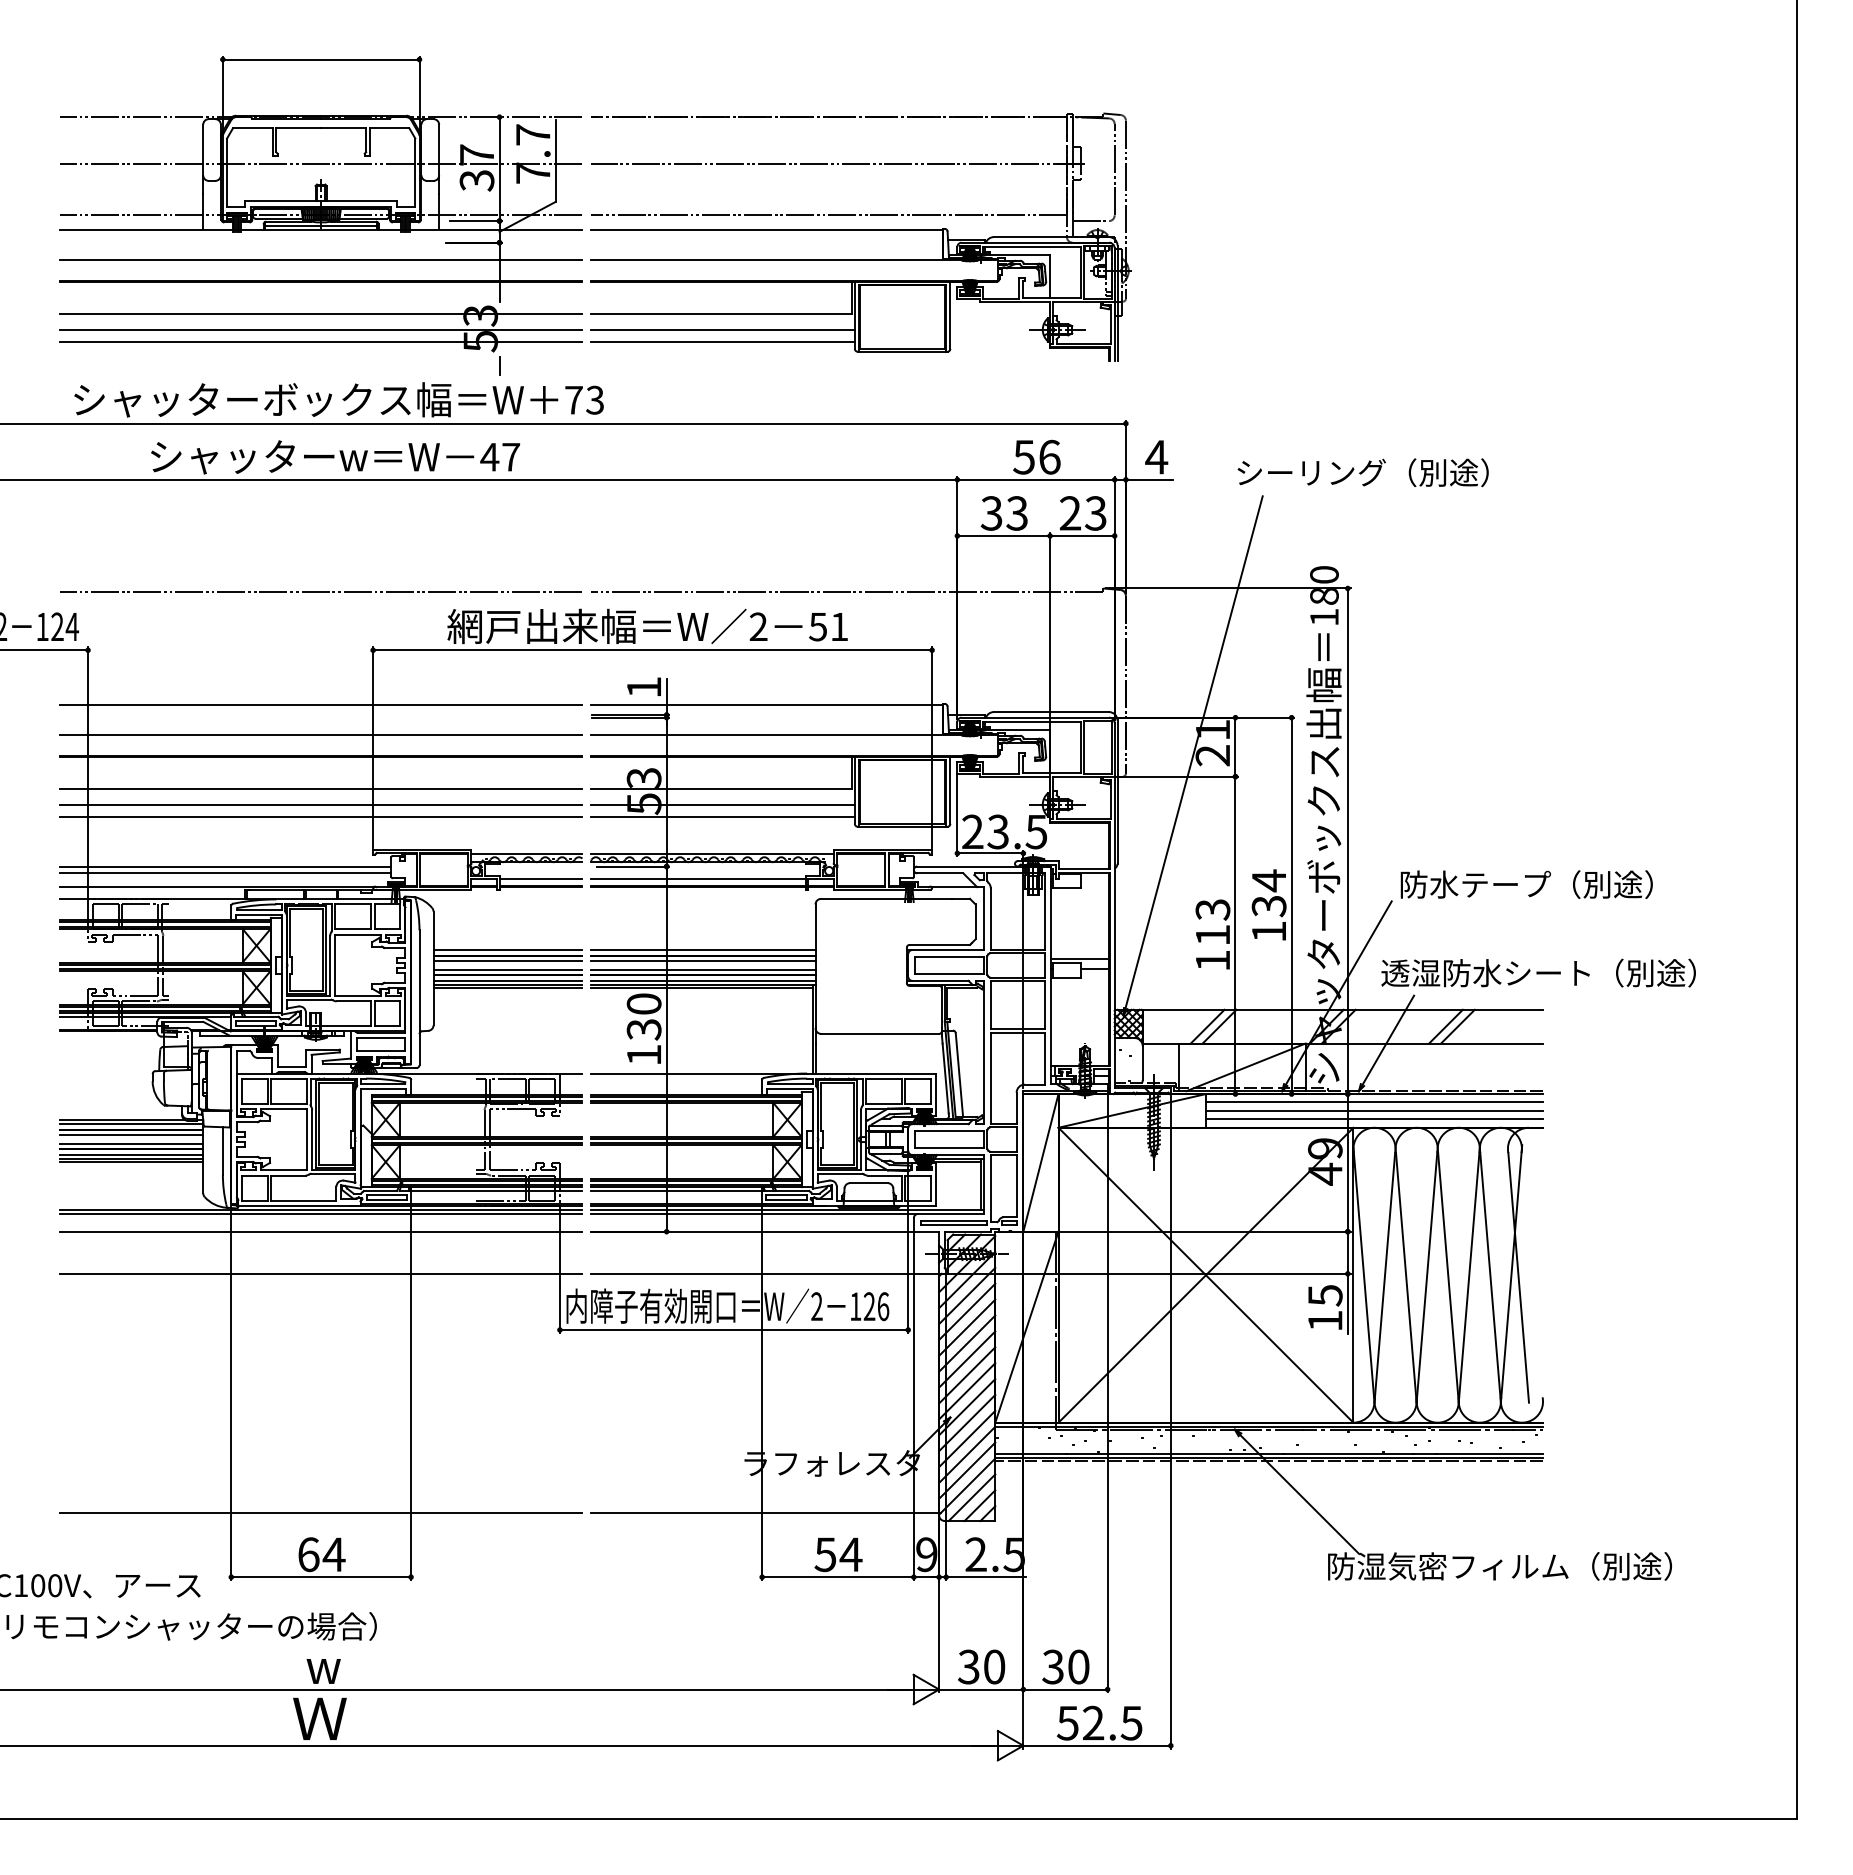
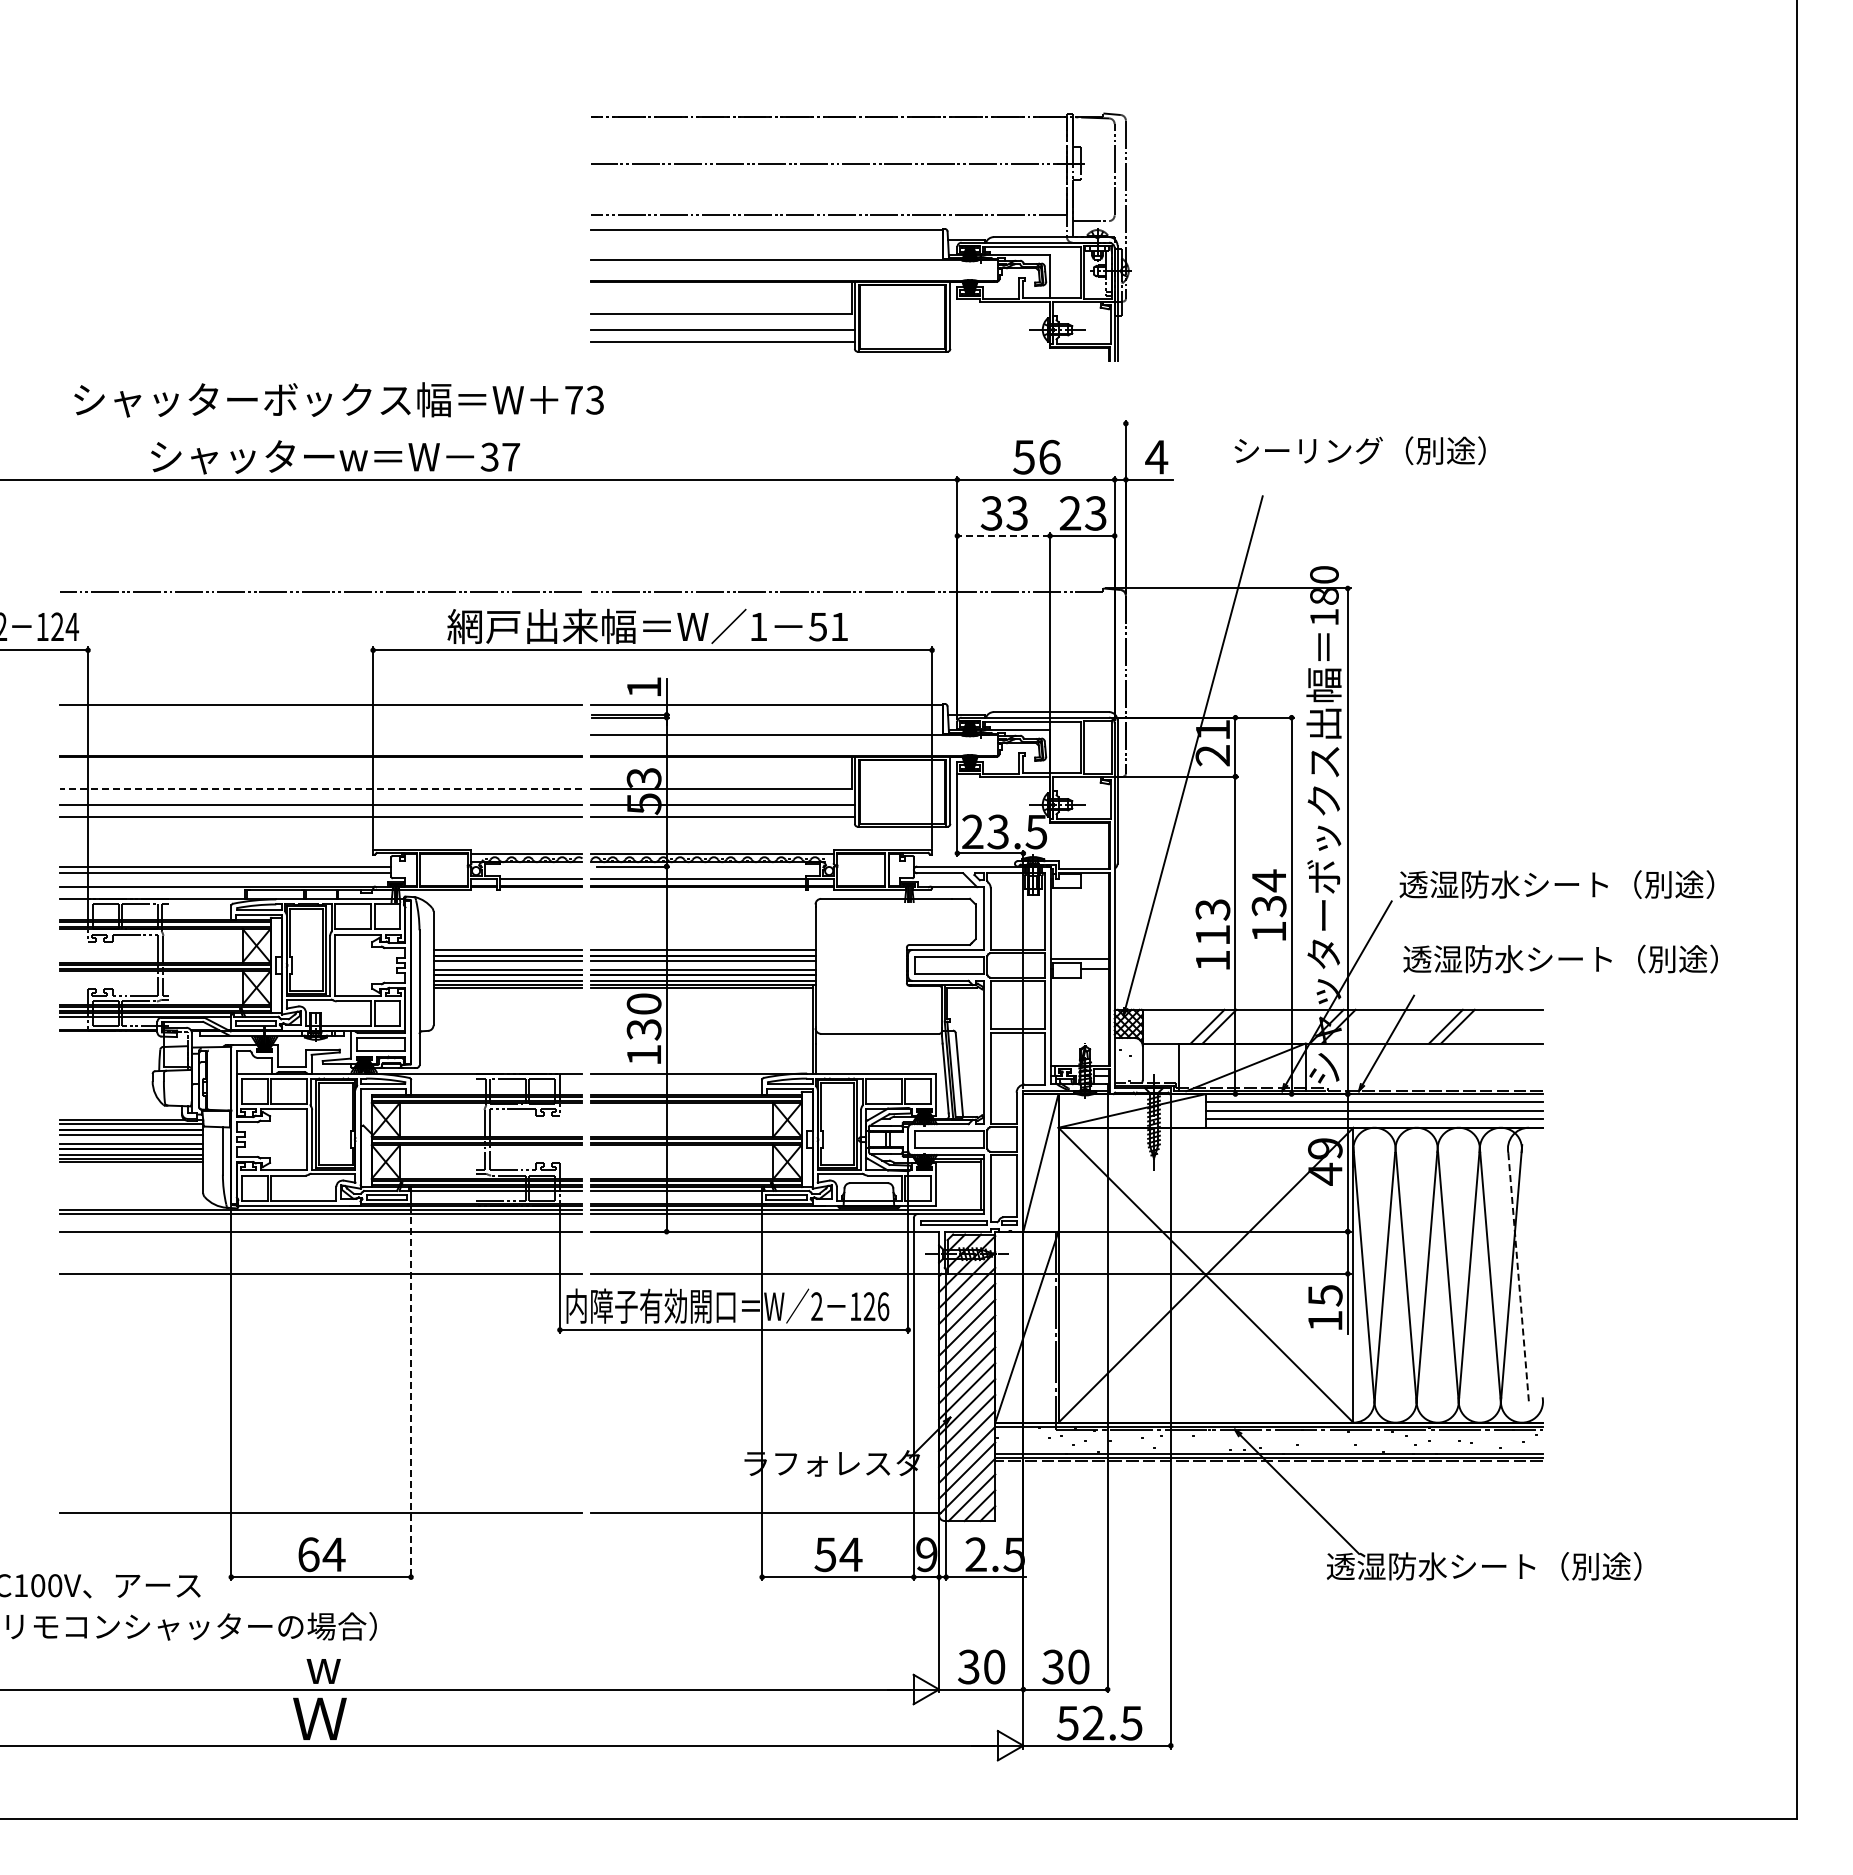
part at (320, 215): present -> none
line at (563, 423): present -> none
text at (489, 456): 47 -> 37
text at (1362, 472) position: (1362, 472) -> (1359, 450)
line at (1003, 535): solid -> dashed
text at (758, 626): 2 -> 1
line at (320, 734): present -> none
line at (320, 789): solid -> dashed
text at (1556, 884): 防水テープ（別途） -> 透湿防水シート（別途）
text at (1538, 972) position: (1538, 972) -> (1560, 958)
line at (1518, 1278): solid -> dashed
line at (411, 1393): solid -> dashed
text at (1499, 1566): 防湿気密フィルム（別途） -> 透湿防水シート（別途）
